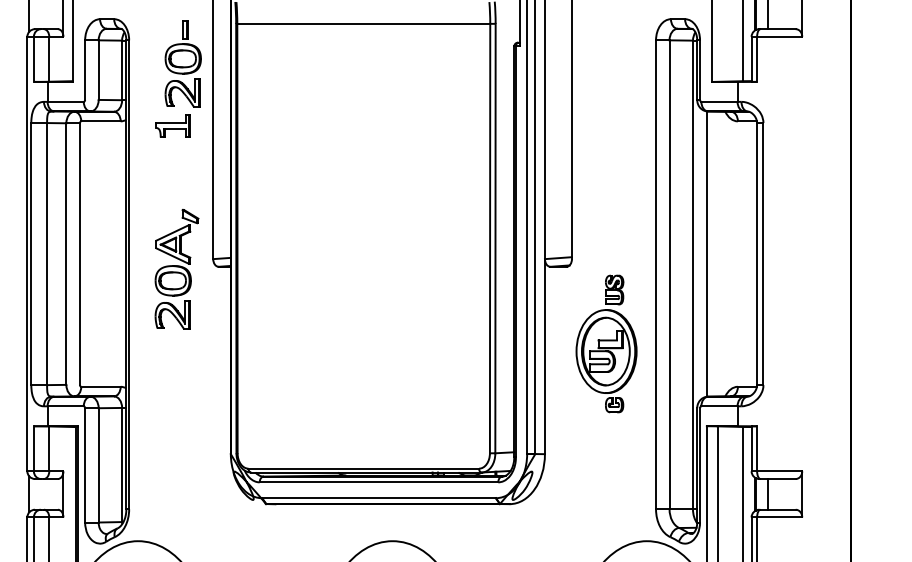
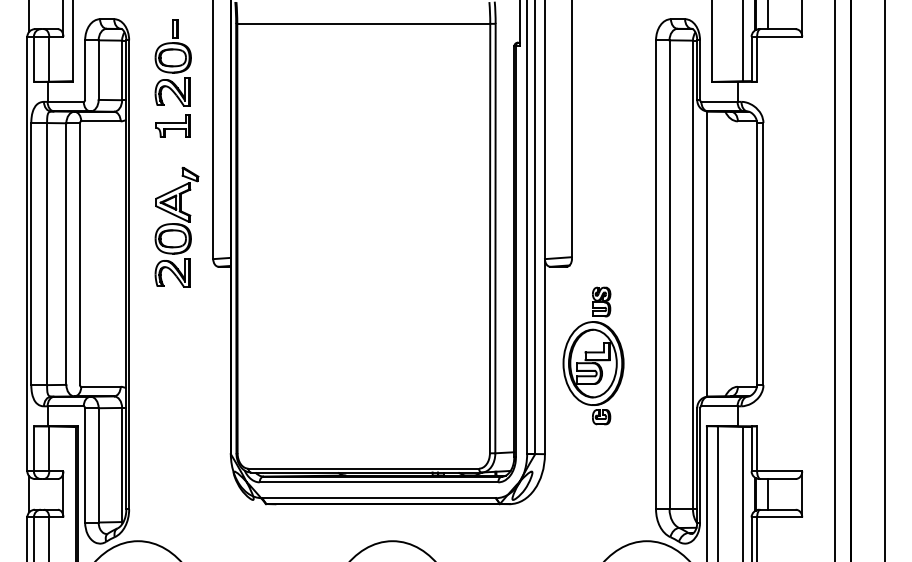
part at (182, 63) position: (182, 63) -> (172, 62)
part at (176, 269) position: (176, 269) -> (176, 227)
line at (834, 280): none -> present
line at (884, 280): none -> present
part at (606, 343) position: (606, 343) -> (593, 355)
